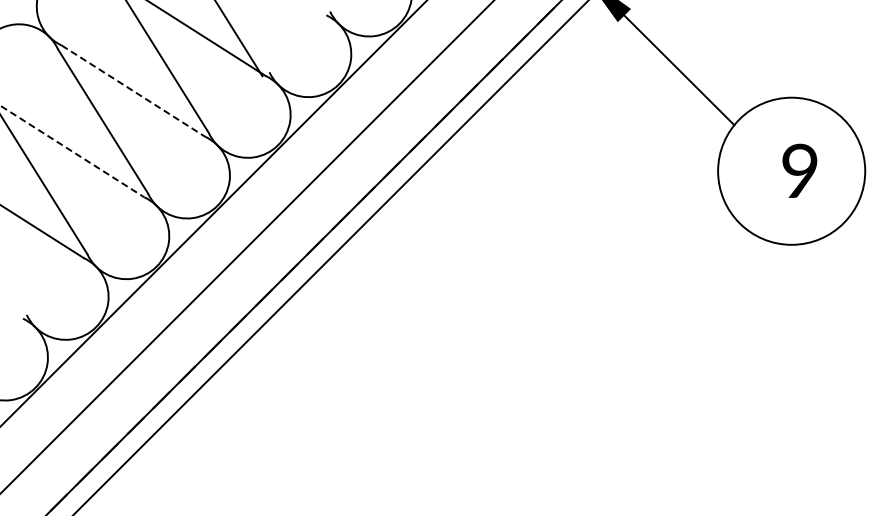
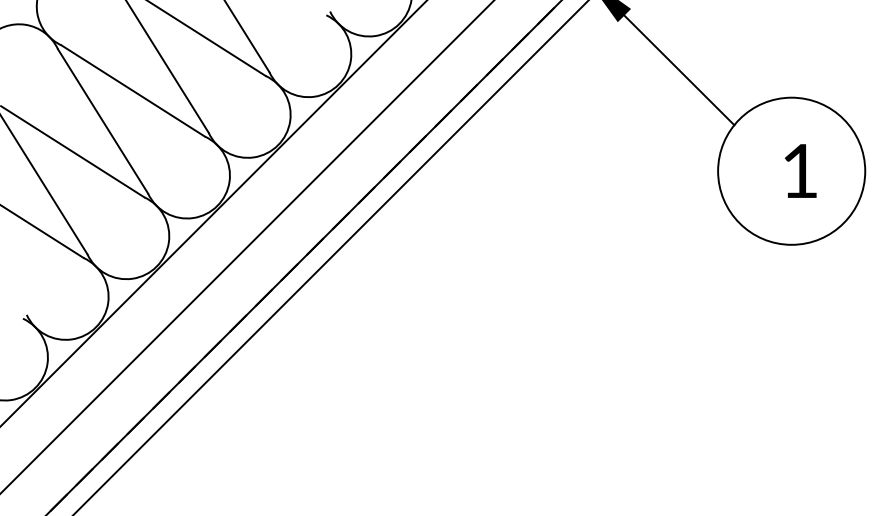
line at (239, 39) position: (239, 39) -> (247, 37)
line at (133, 91): dashed -> solid
line at (72, 151): dashed -> solid
text at (799, 170): 9 -> 1
